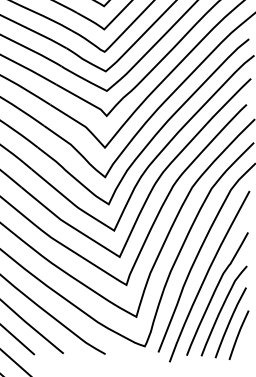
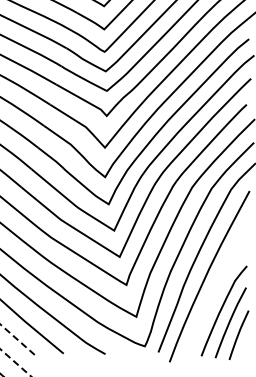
curve at (215, 292): present -> none
line at (17, 339): solid -> dashed
line at (15, 362): solid -> dashed
